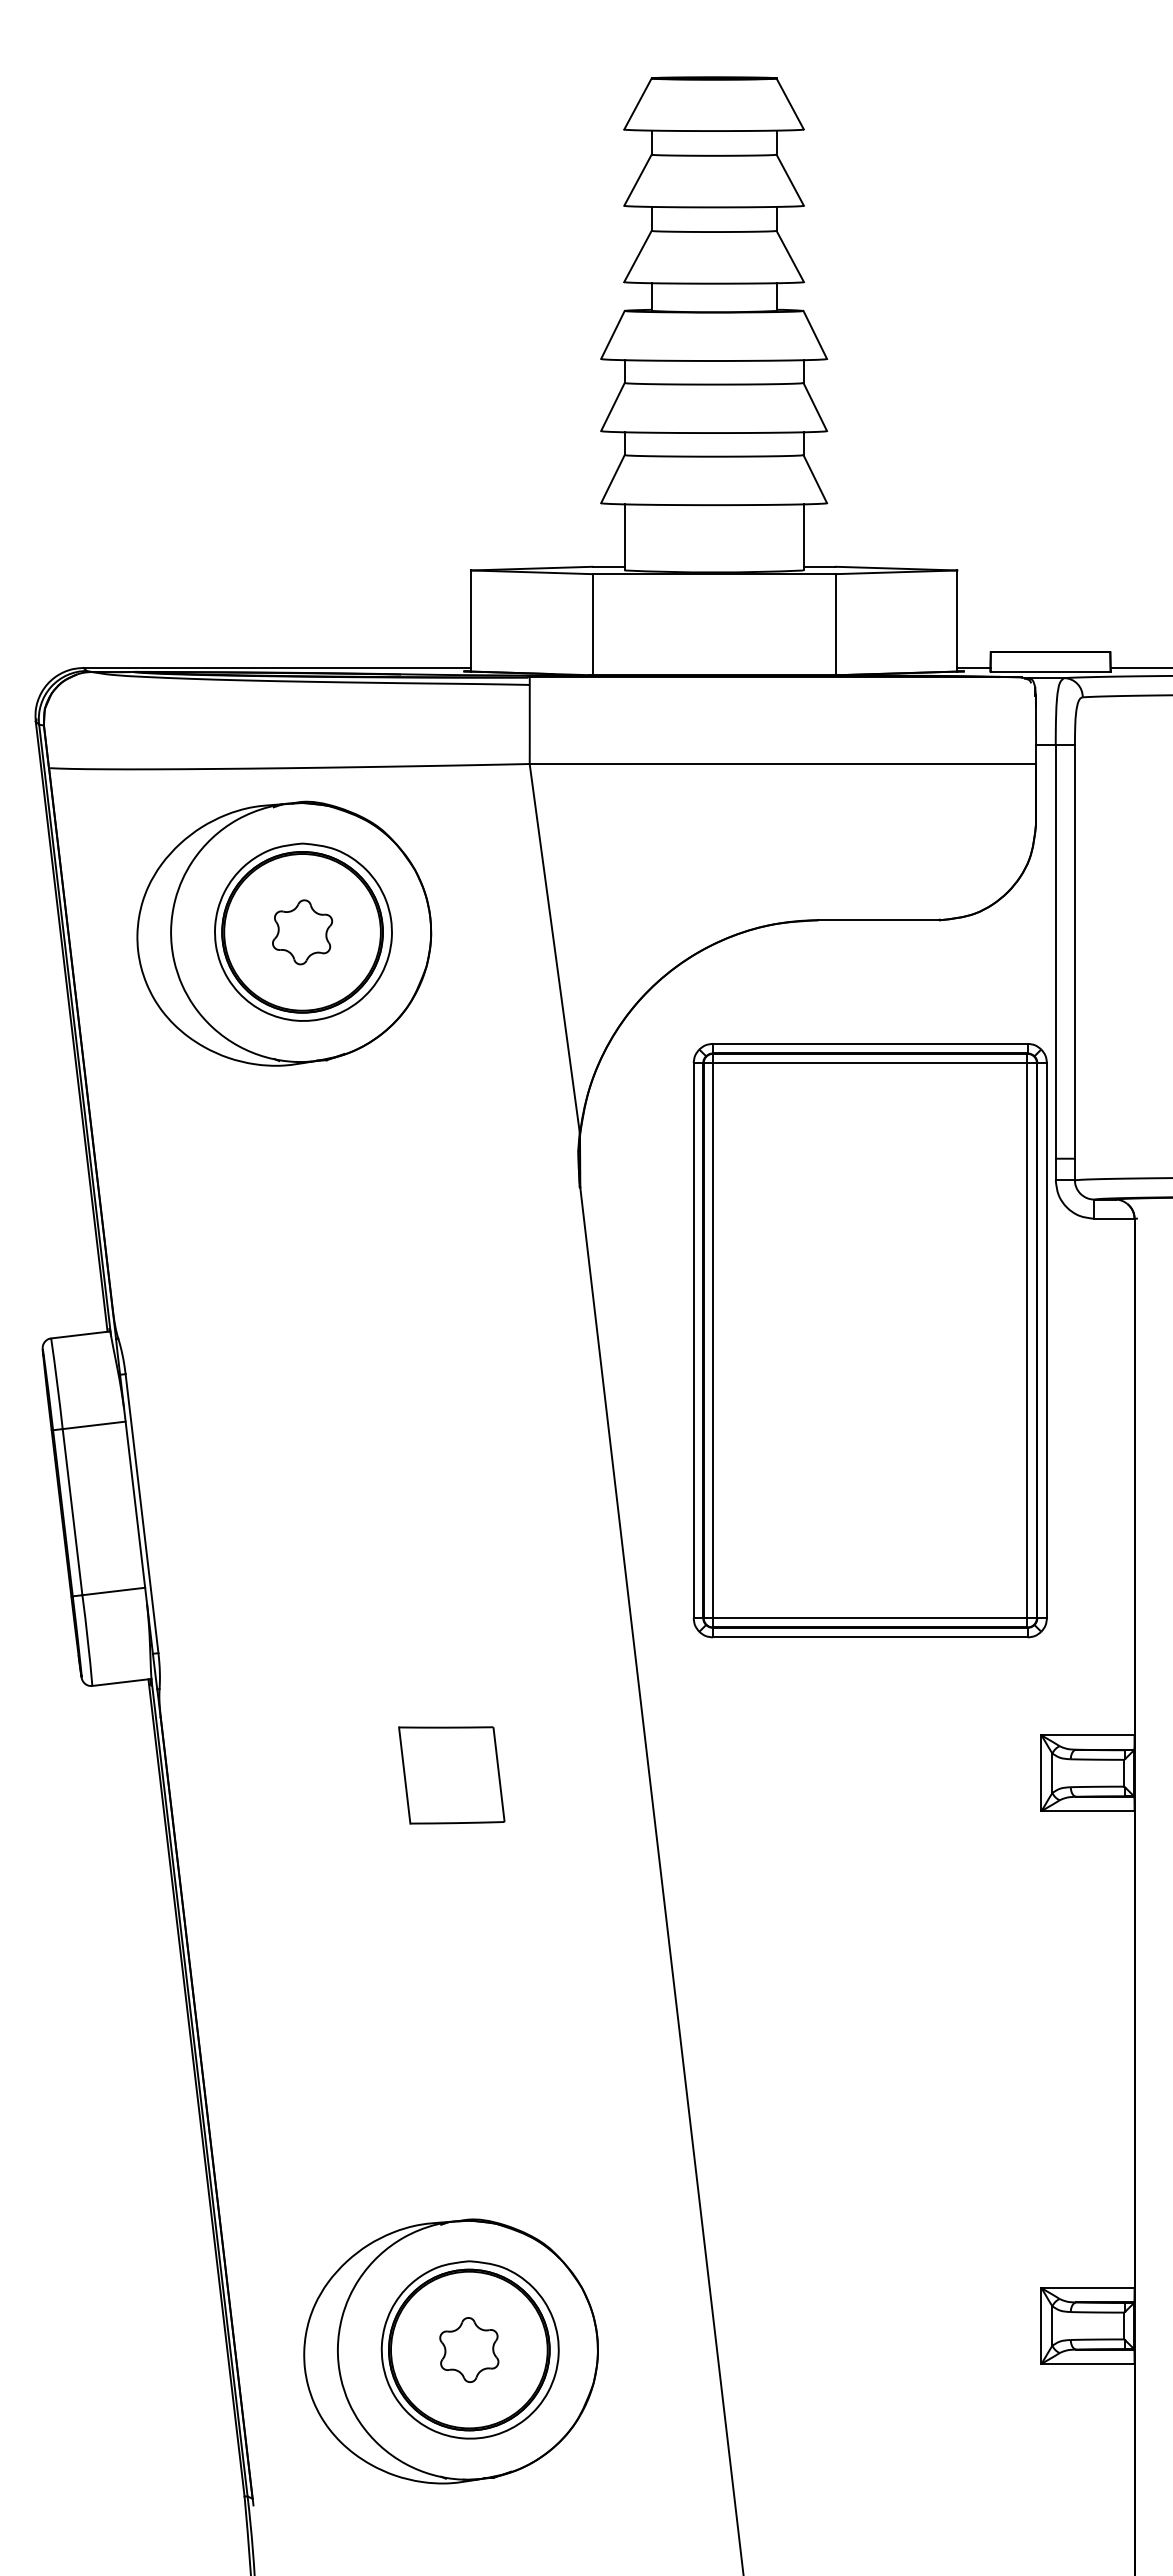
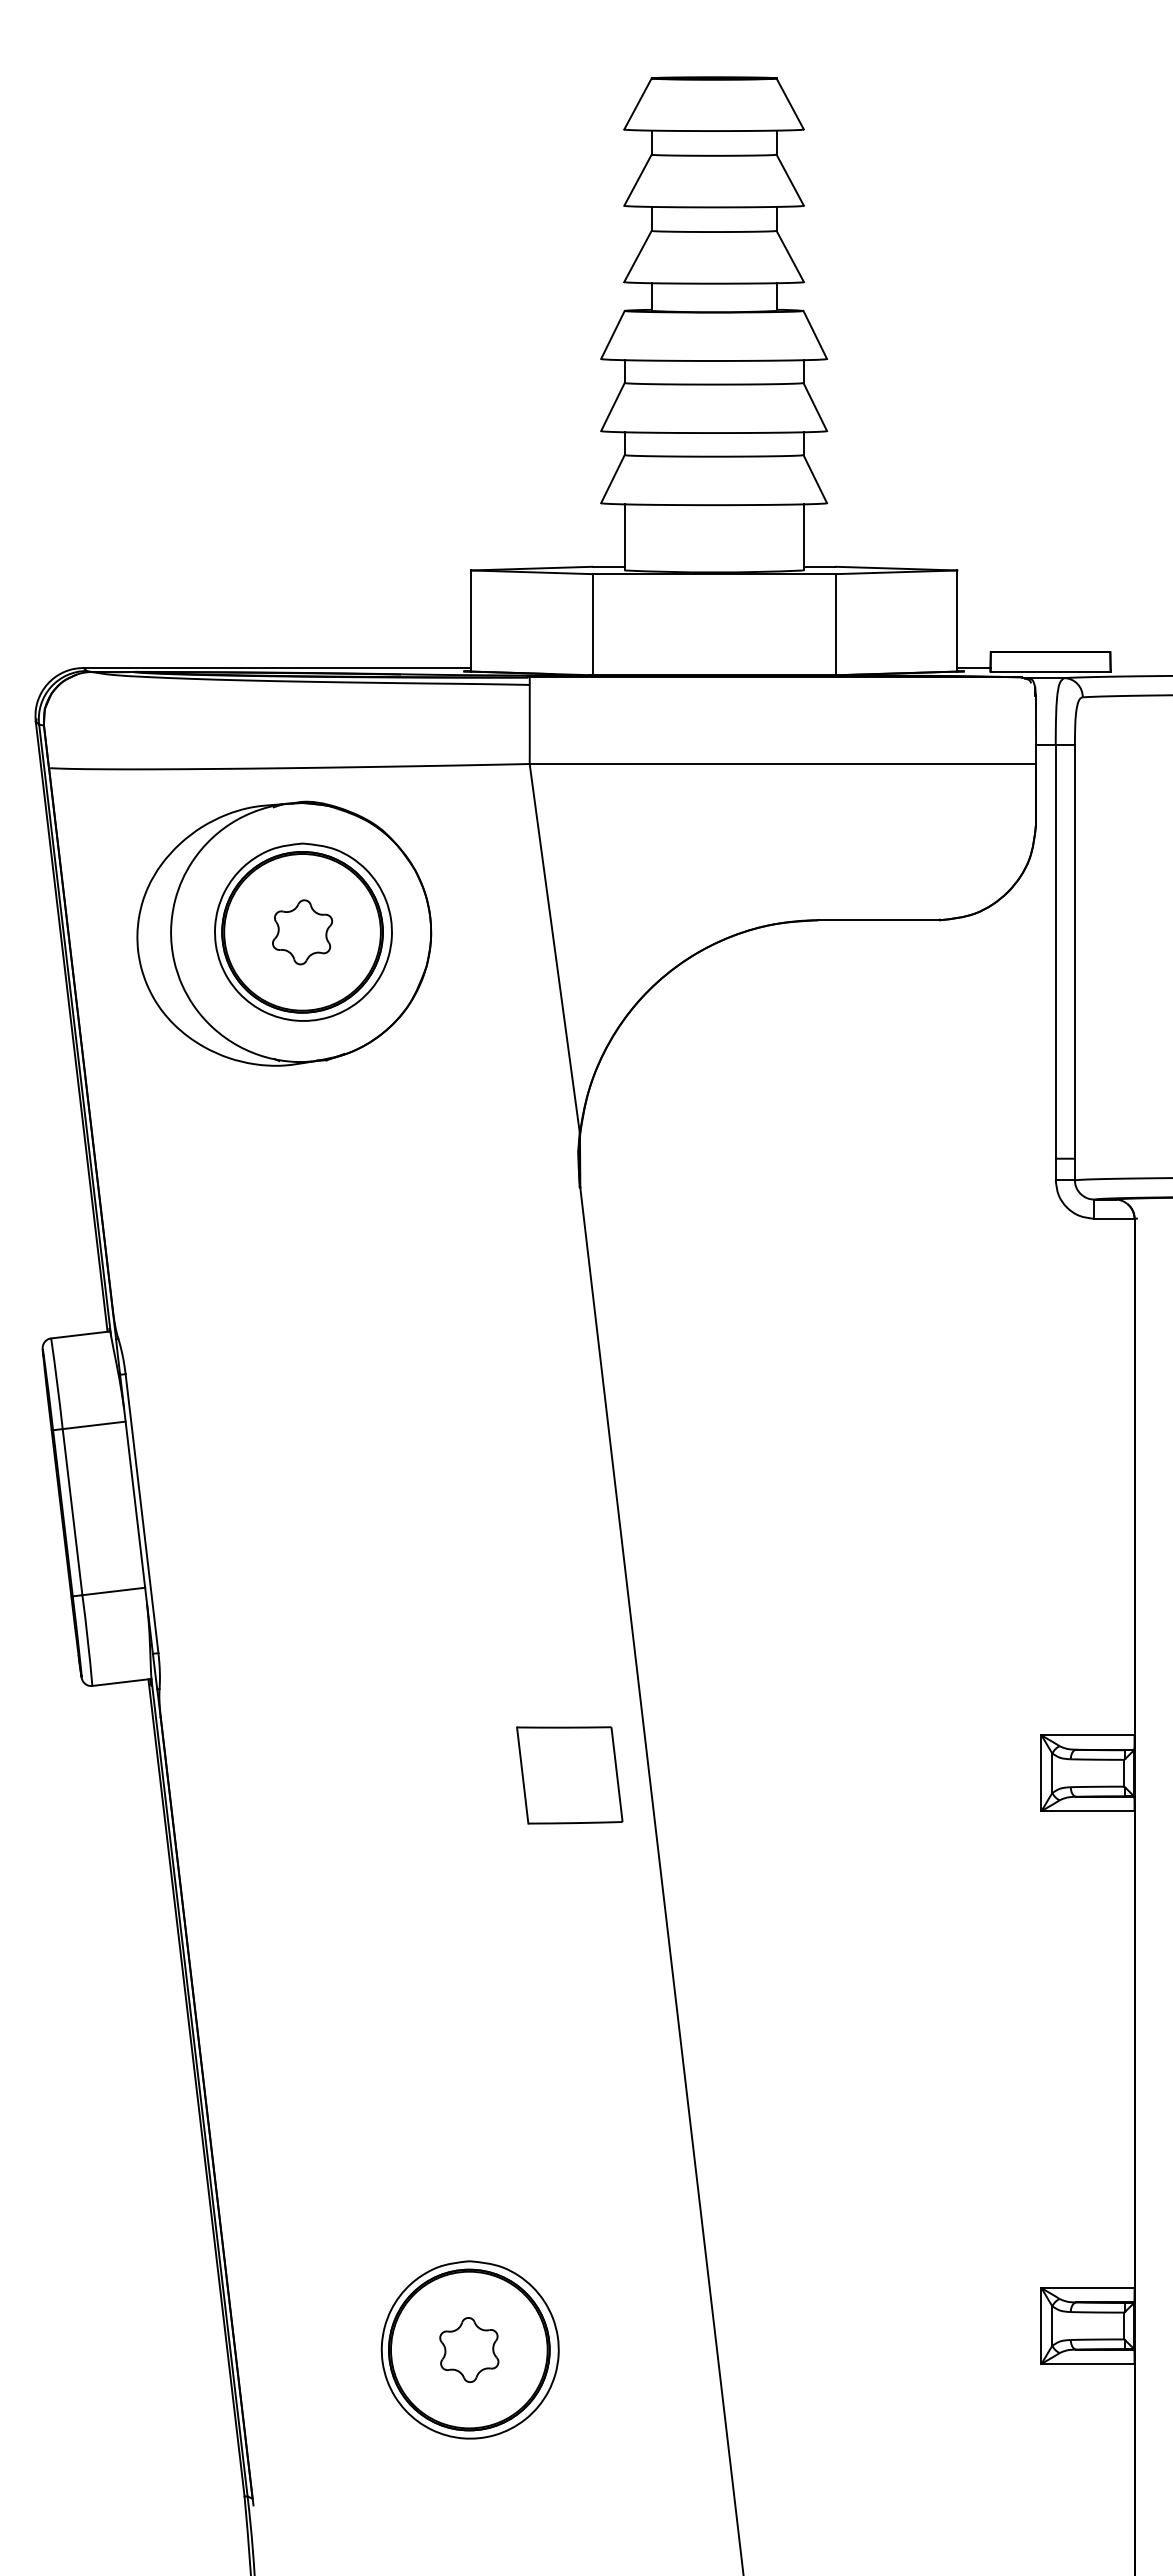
line at (1139, 668): present -> none
part at (869, 1340): present -> none
part at (451, 1775) position: (451, 1775) -> (569, 1775)
part at (450, 2351): present -> none
